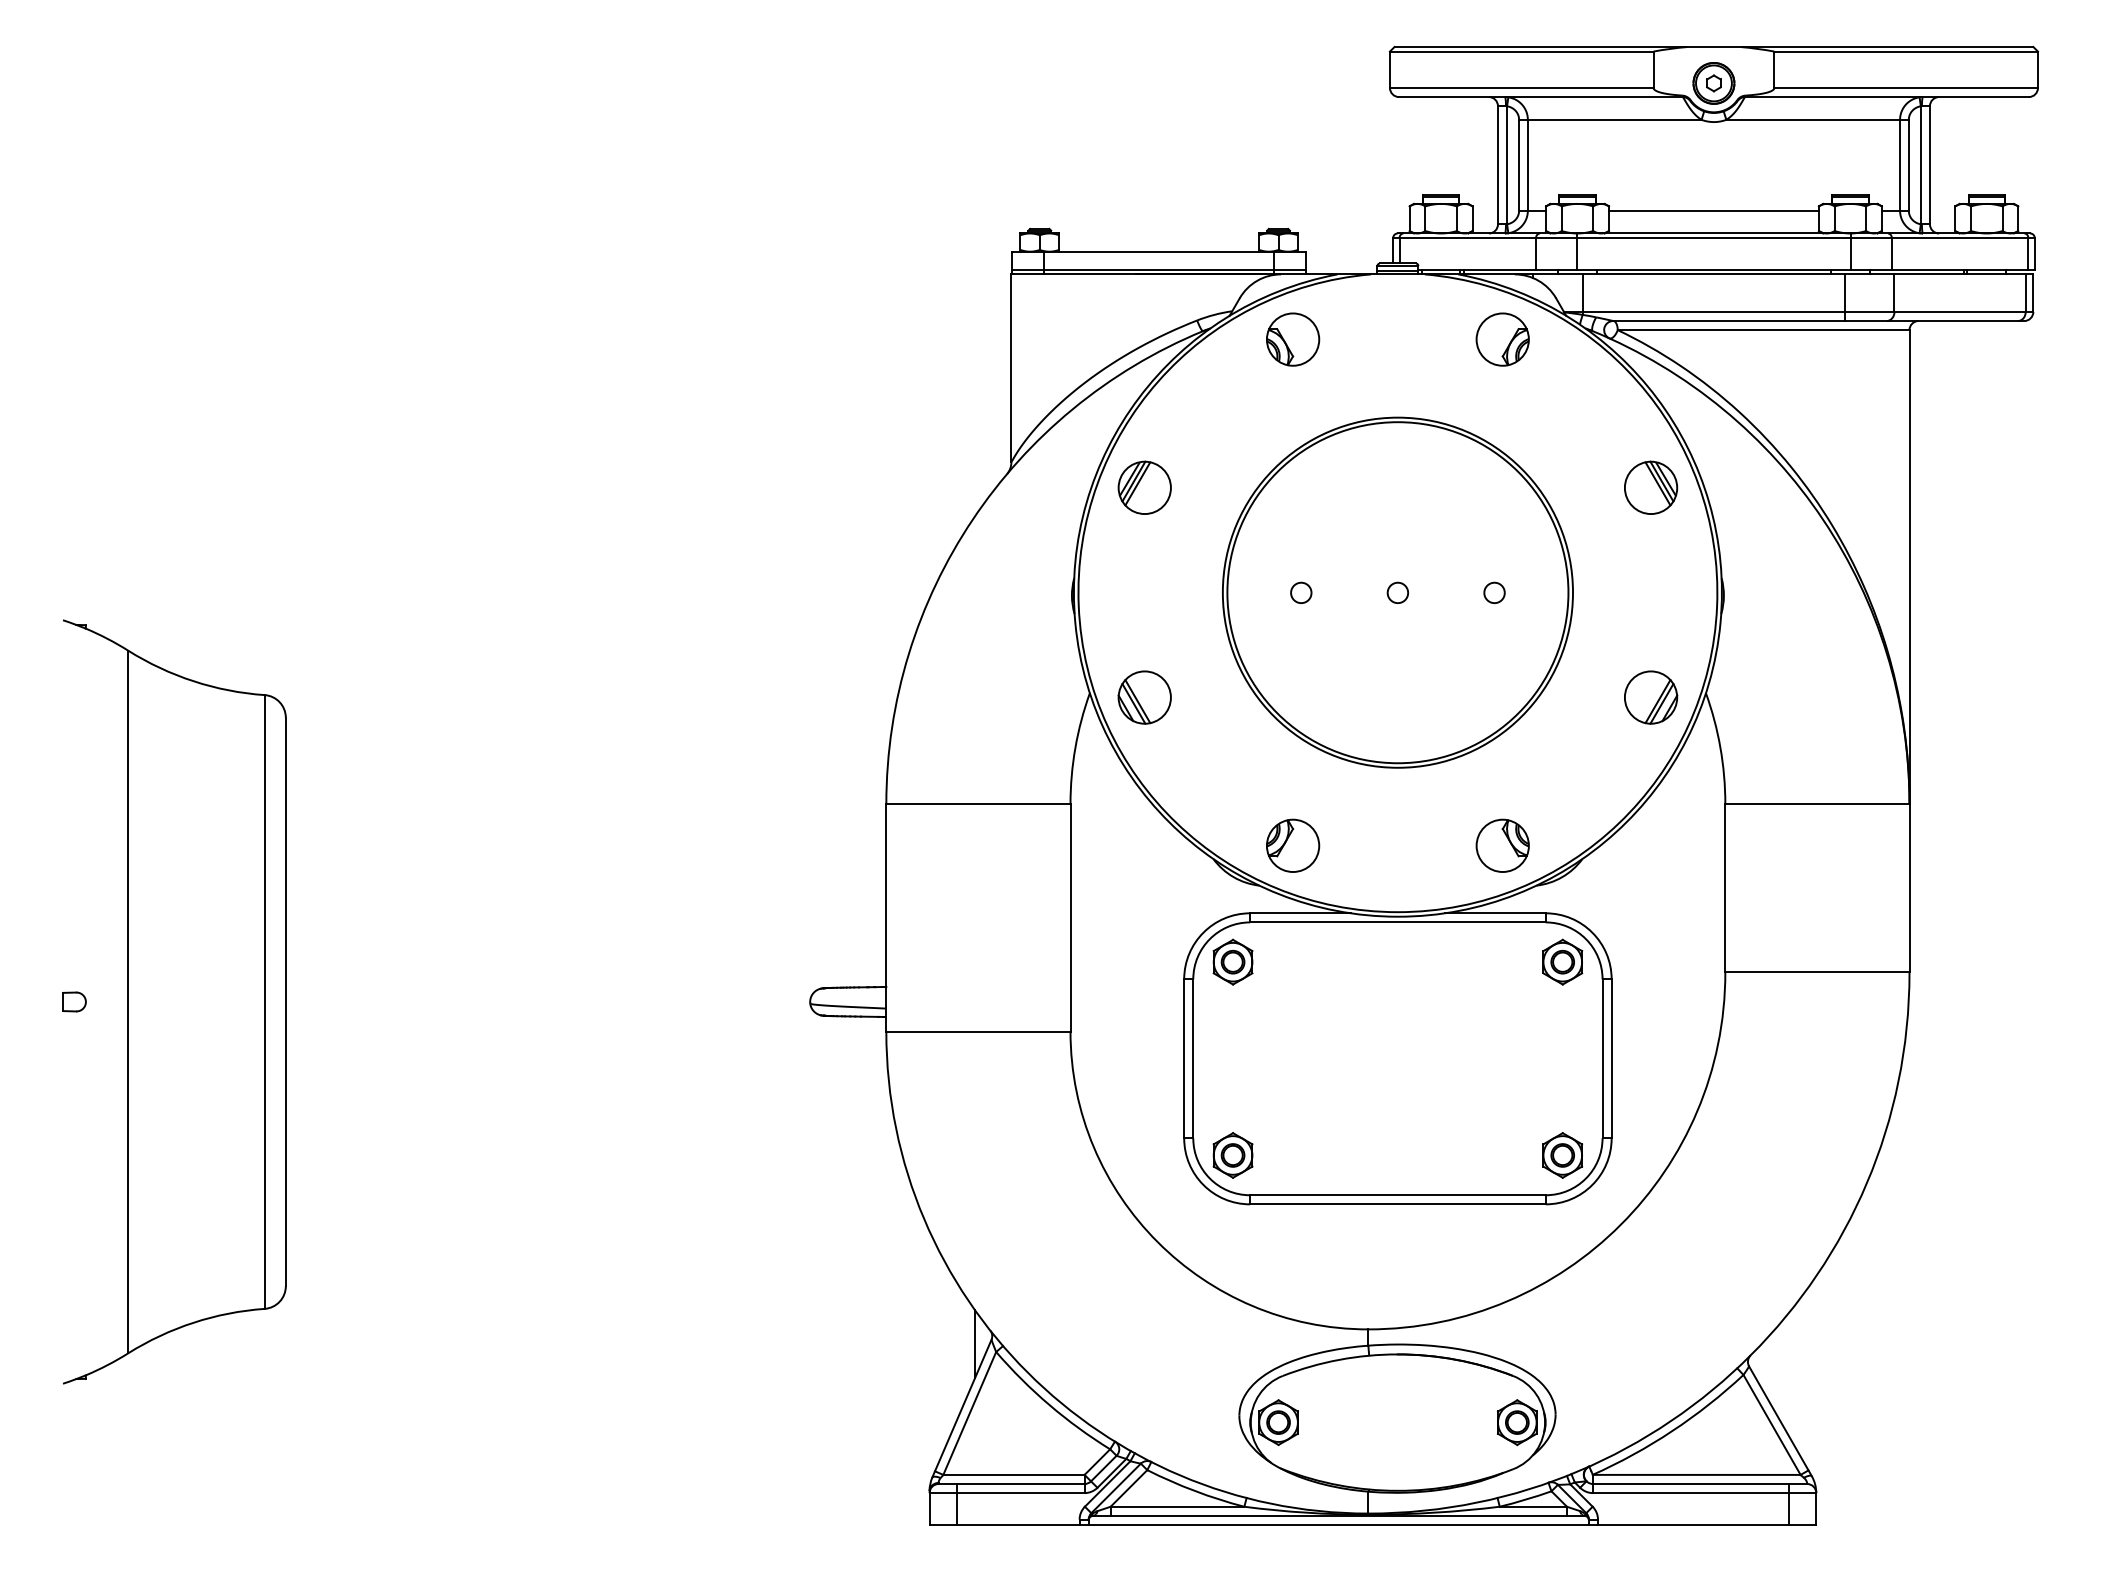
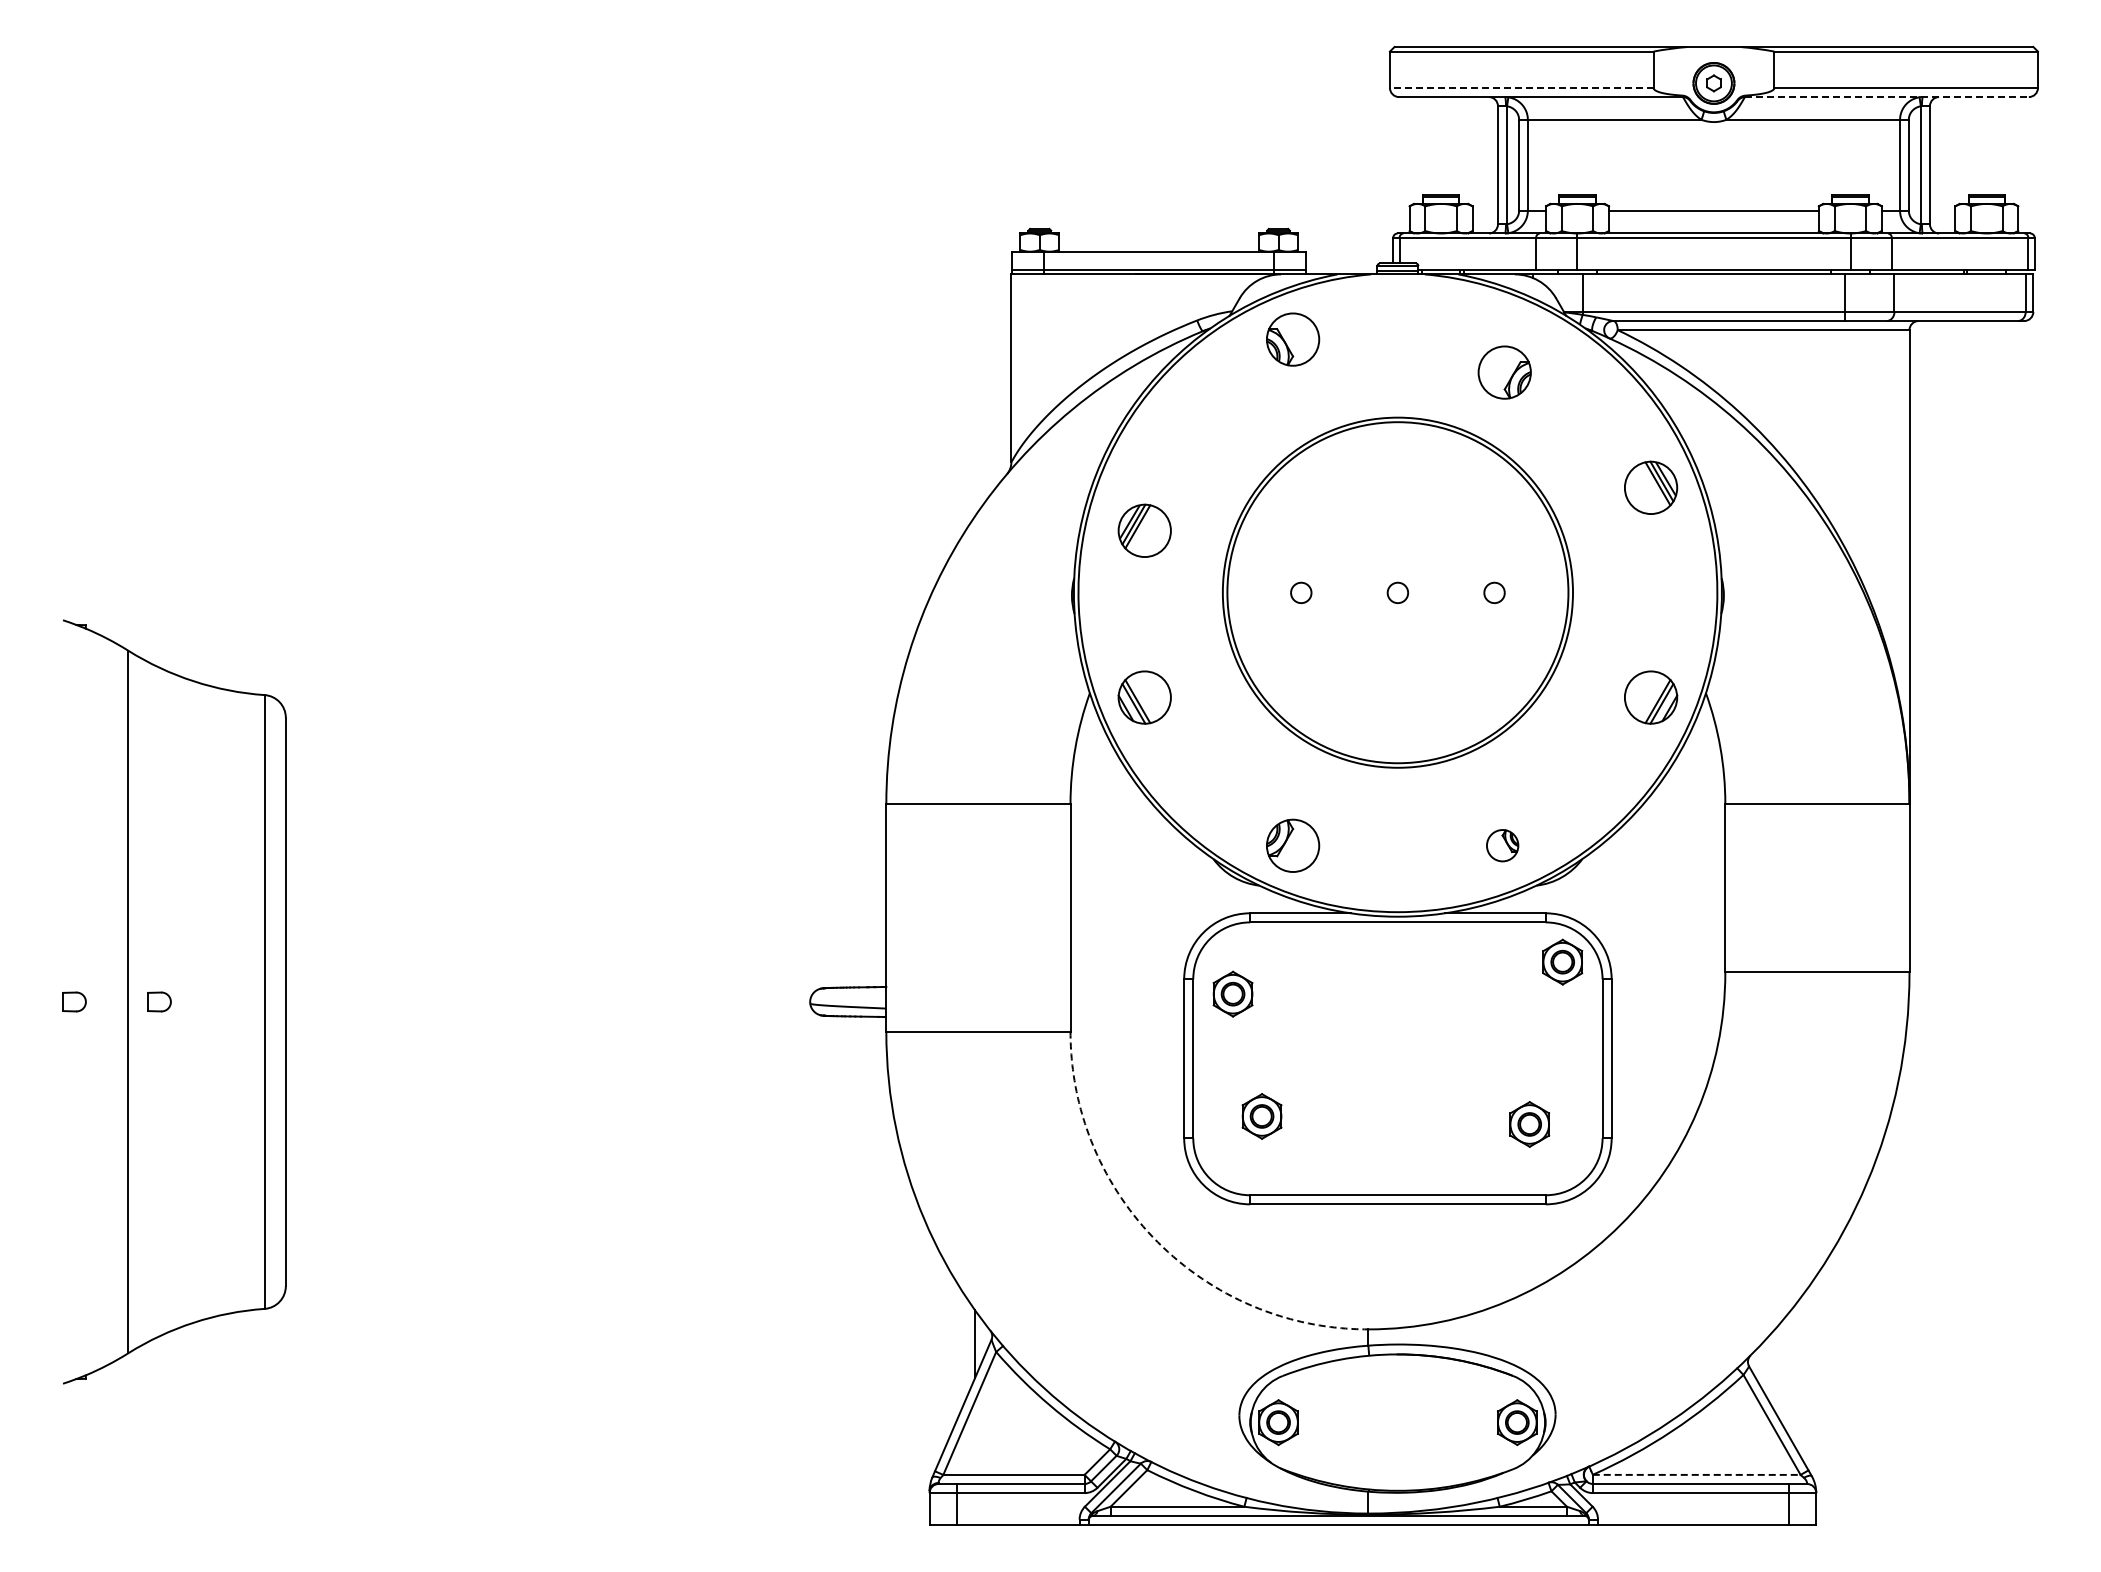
line at (1521, 87): solid -> dashed
line at (1887, 97): solid -> dashed
part at (1502, 339) position: (1502, 339) -> (1504, 372)
part at (1144, 487) position: (1144, 487) -> (1144, 530)
part at (1502, 845) size: 55x55 px -> 34x34 px
part at (1232, 961) position: (1232, 961) -> (1232, 993)
part at (159, 1001): none -> present
part at (1232, 1155) position: (1232, 1155) -> (1261, 1116)
part at (1562, 1155) position: (1562, 1155) -> (1529, 1124)
arc at (1157, 1242): solid -> dashed
line at (1696, 1474): solid -> dashed
